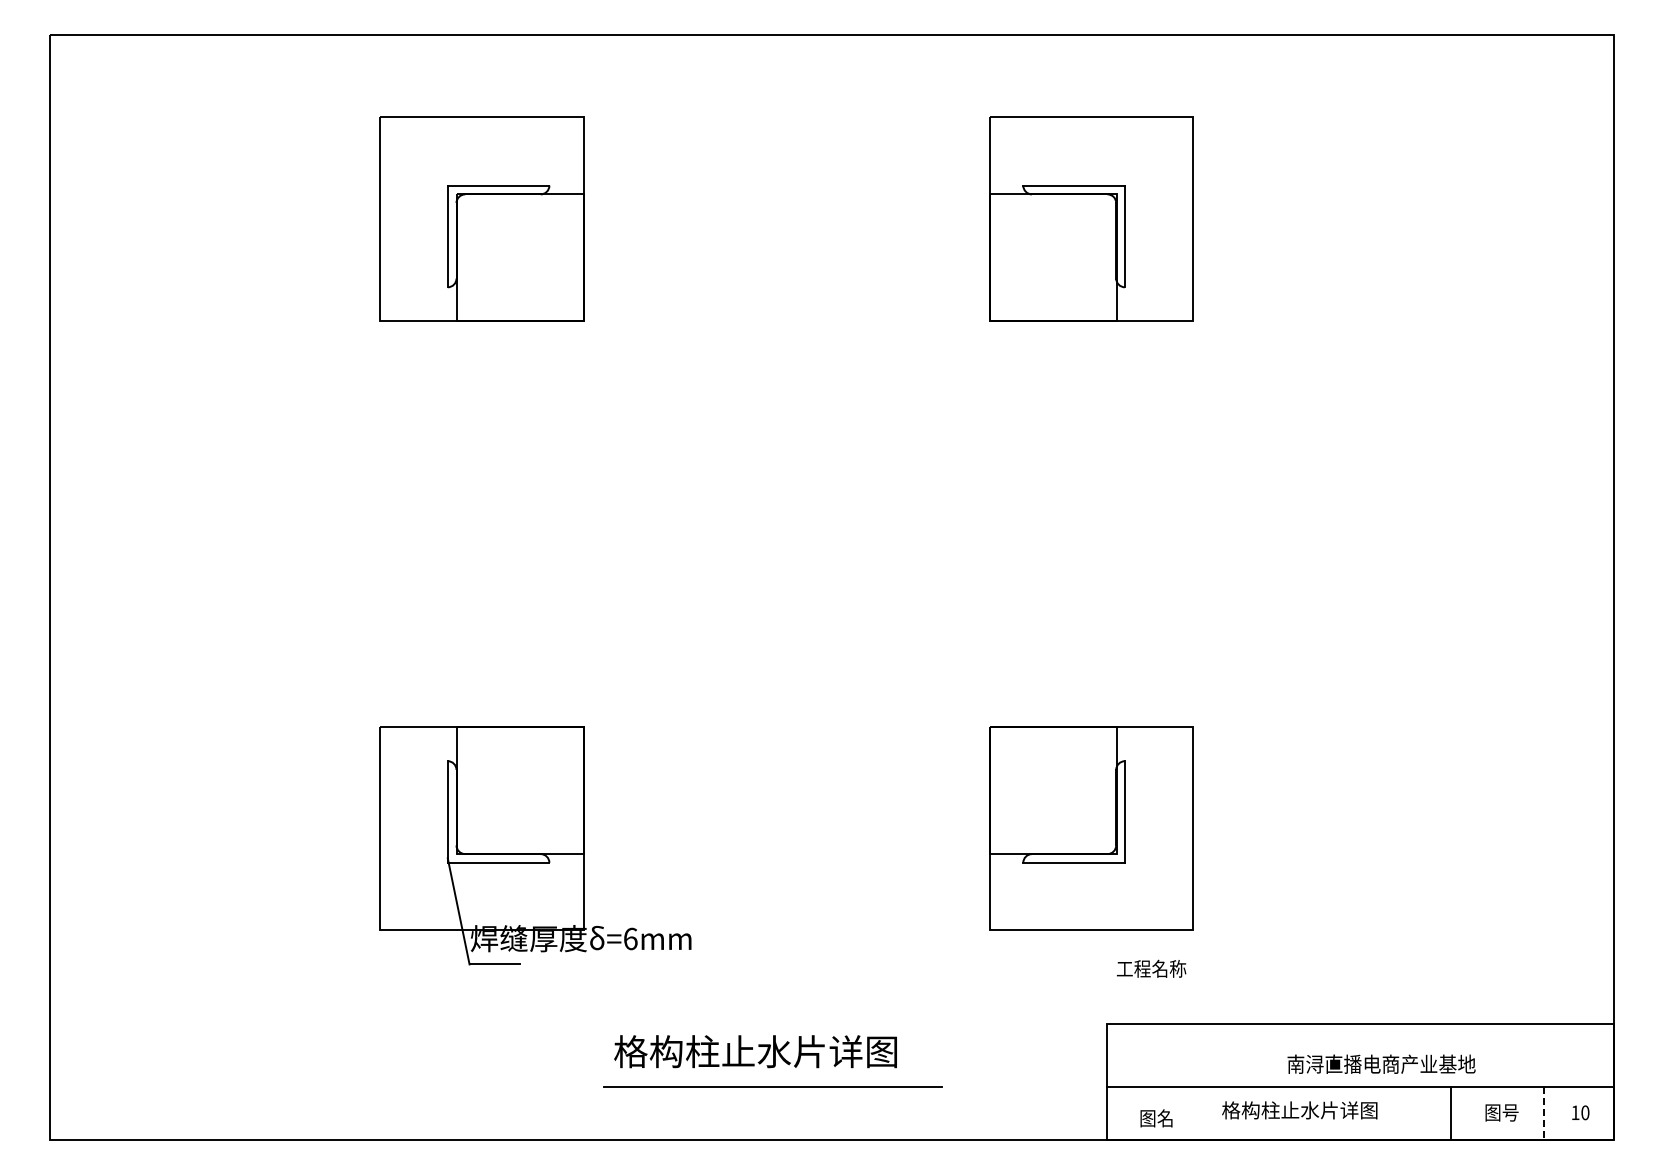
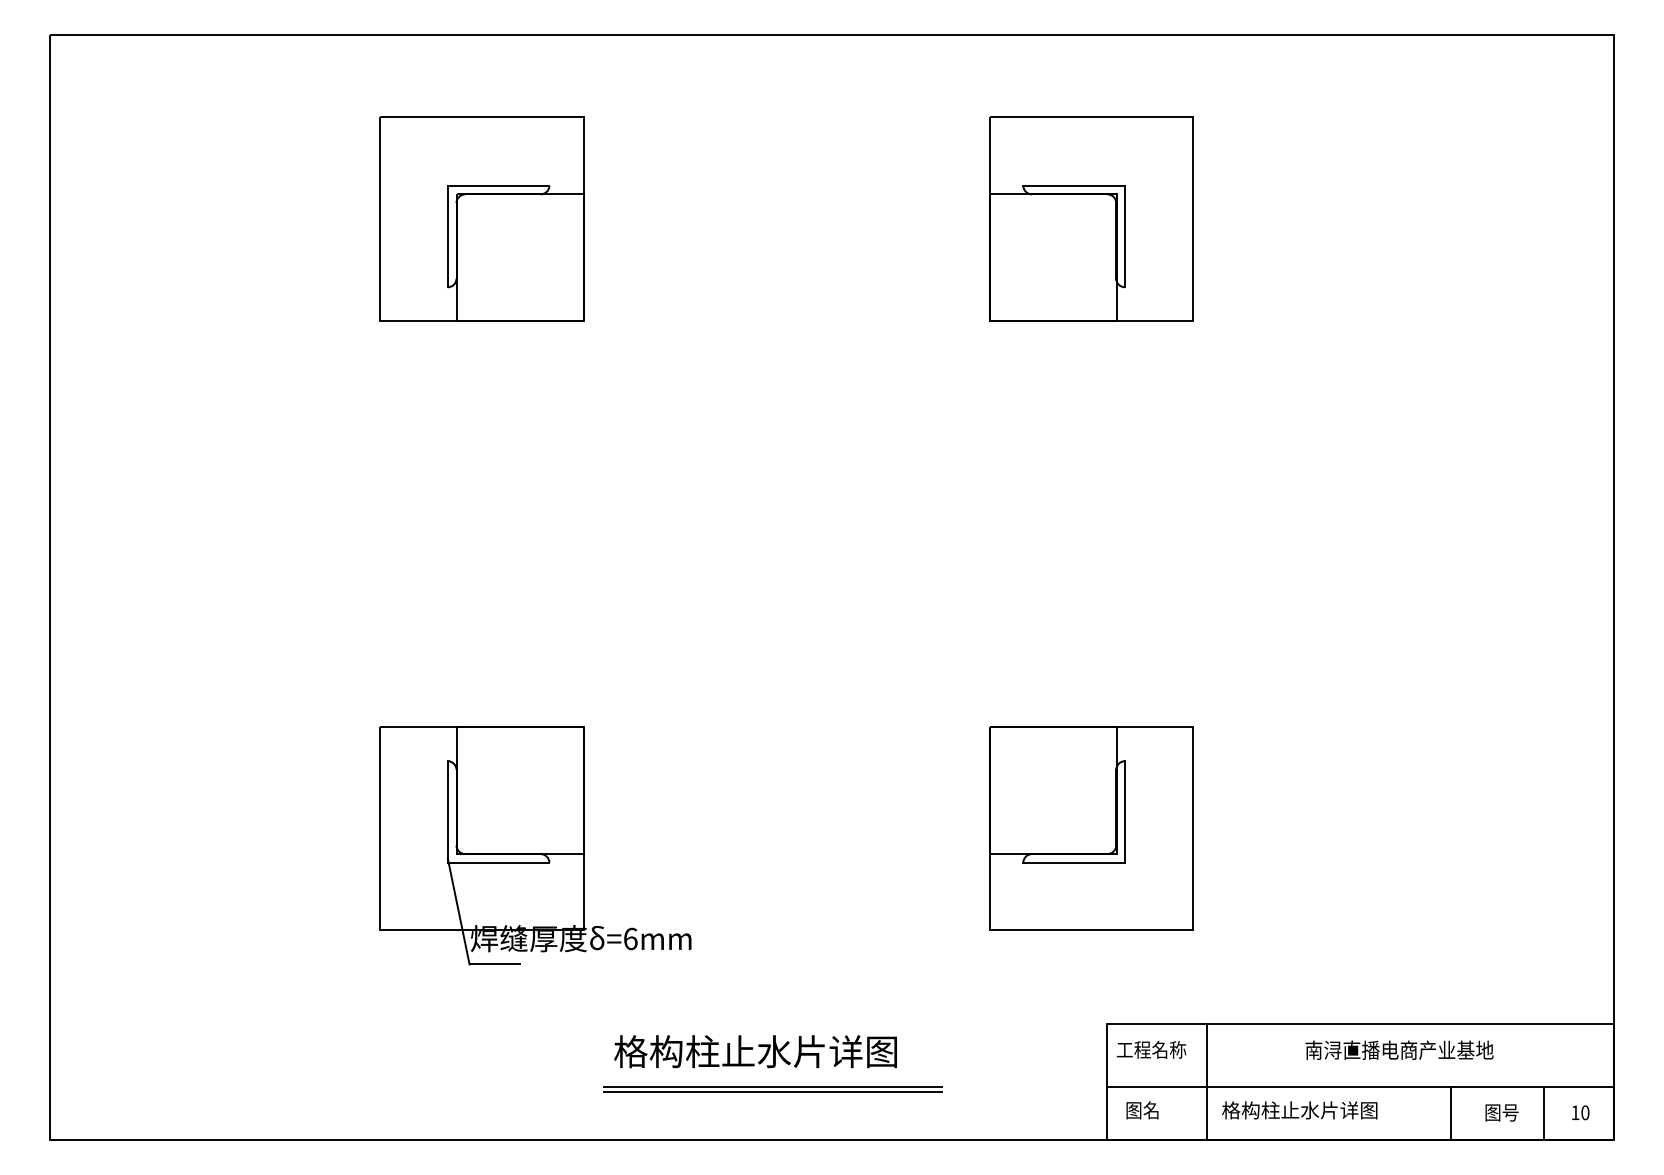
text at (1151, 968) position: (1151, 968) -> (1151, 1049)
text at (1381, 1063) position: (1381, 1063) -> (1399, 1049)
line at (1206, 1081): none -> present
line at (773, 1091): none -> present
line at (1543, 1114): dashed -> solid
text at (1156, 1118) position: (1156, 1118) -> (1142, 1110)
